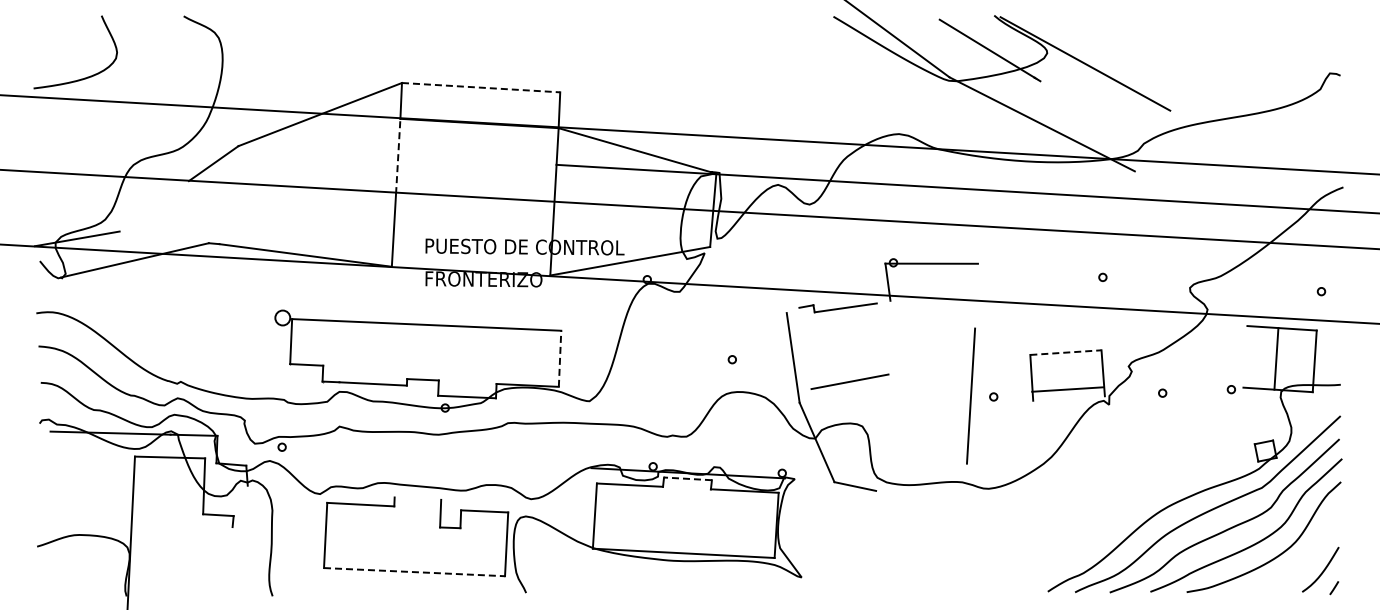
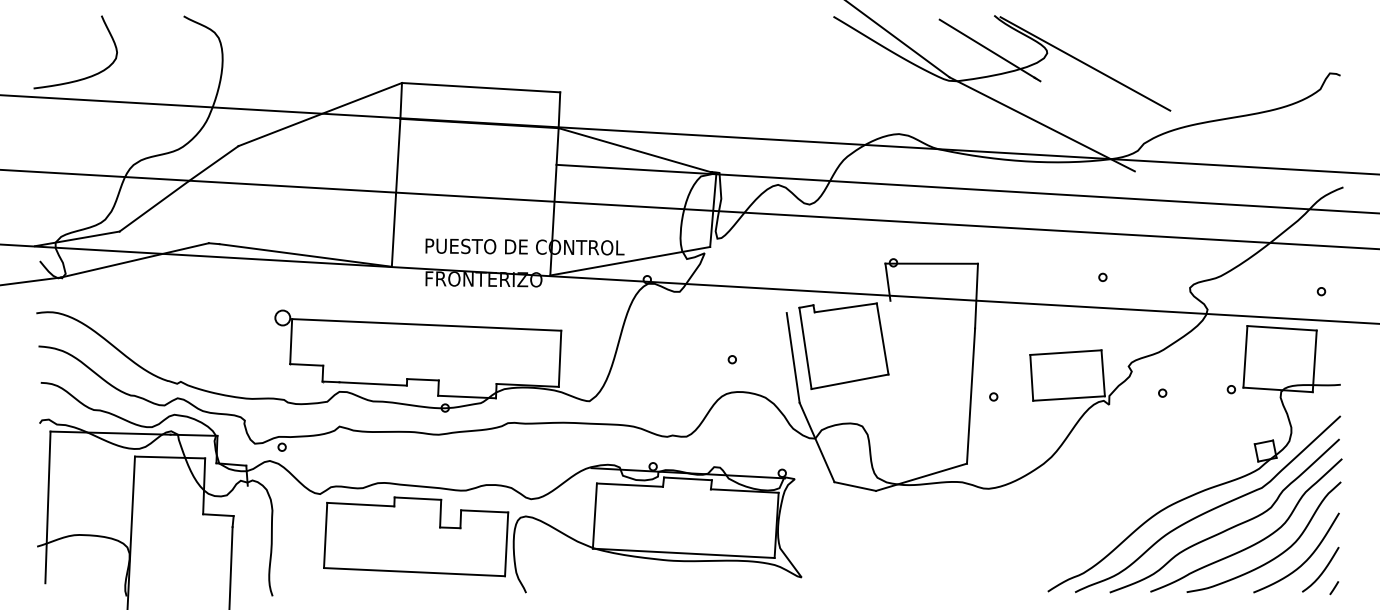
line at (481, 87): dashed -> solid
line at (398, 156): dashed -> solid
line at (153, 206): none -> present
line at (31, 281): none -> present
line at (976, 295): none -> present
line at (882, 338): none -> present
line at (805, 348): none -> present
line at (1065, 352): dashed -> solid
line at (560, 358): dashed -> solid
line at (1276, 358) position: (1276, 358) -> (1245, 356)
line at (1067, 389) position: (1067, 389) -> (1068, 398)
line at (921, 476): none -> present
line at (688, 478): dashed -> solid
line at (417, 498): none -> present
line at (47, 507): none -> present
curve at (1305, 560): none -> present
line at (230, 566): none -> present
line at (414, 572): dashed -> solid
